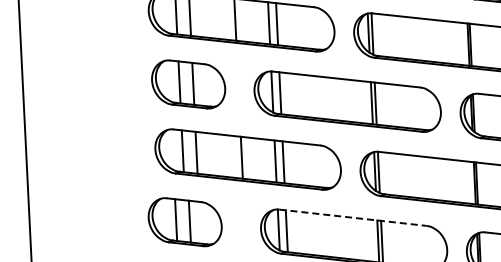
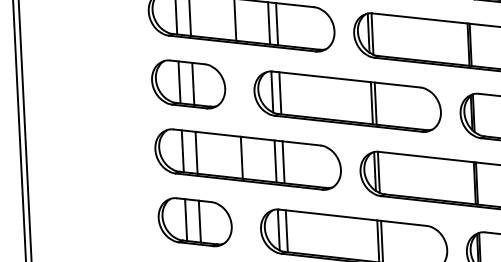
line at (19, 130): none -> present
line at (353, 217): dashed -> solid
part at (184, 222) position: (184, 222) -> (194, 222)
